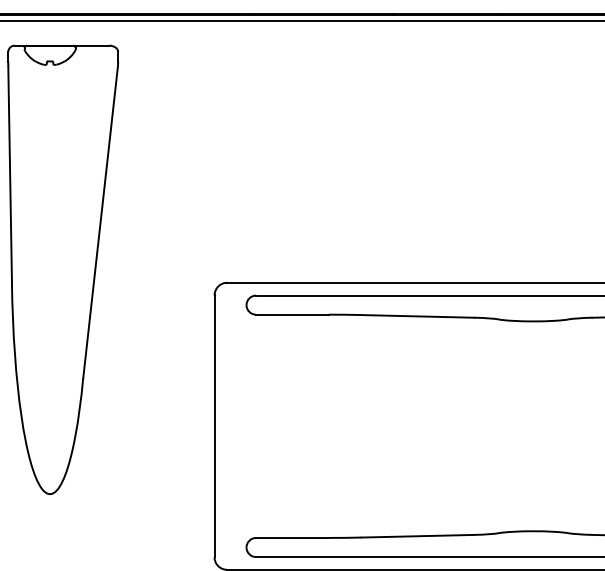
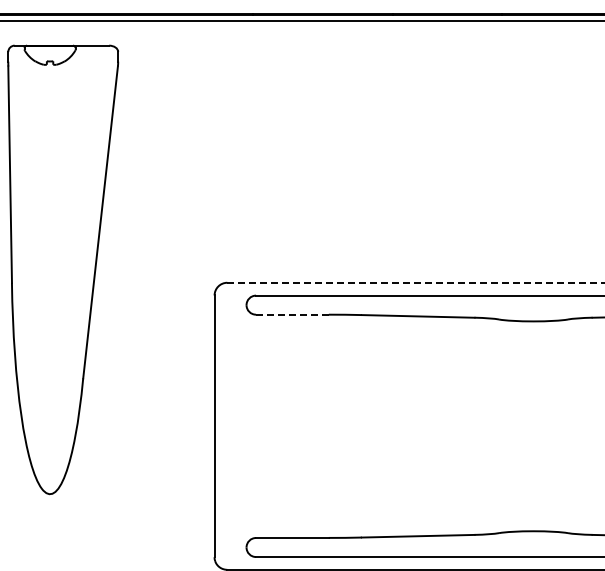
line at (416, 282): solid -> dashed
line at (291, 314): solid -> dashed
